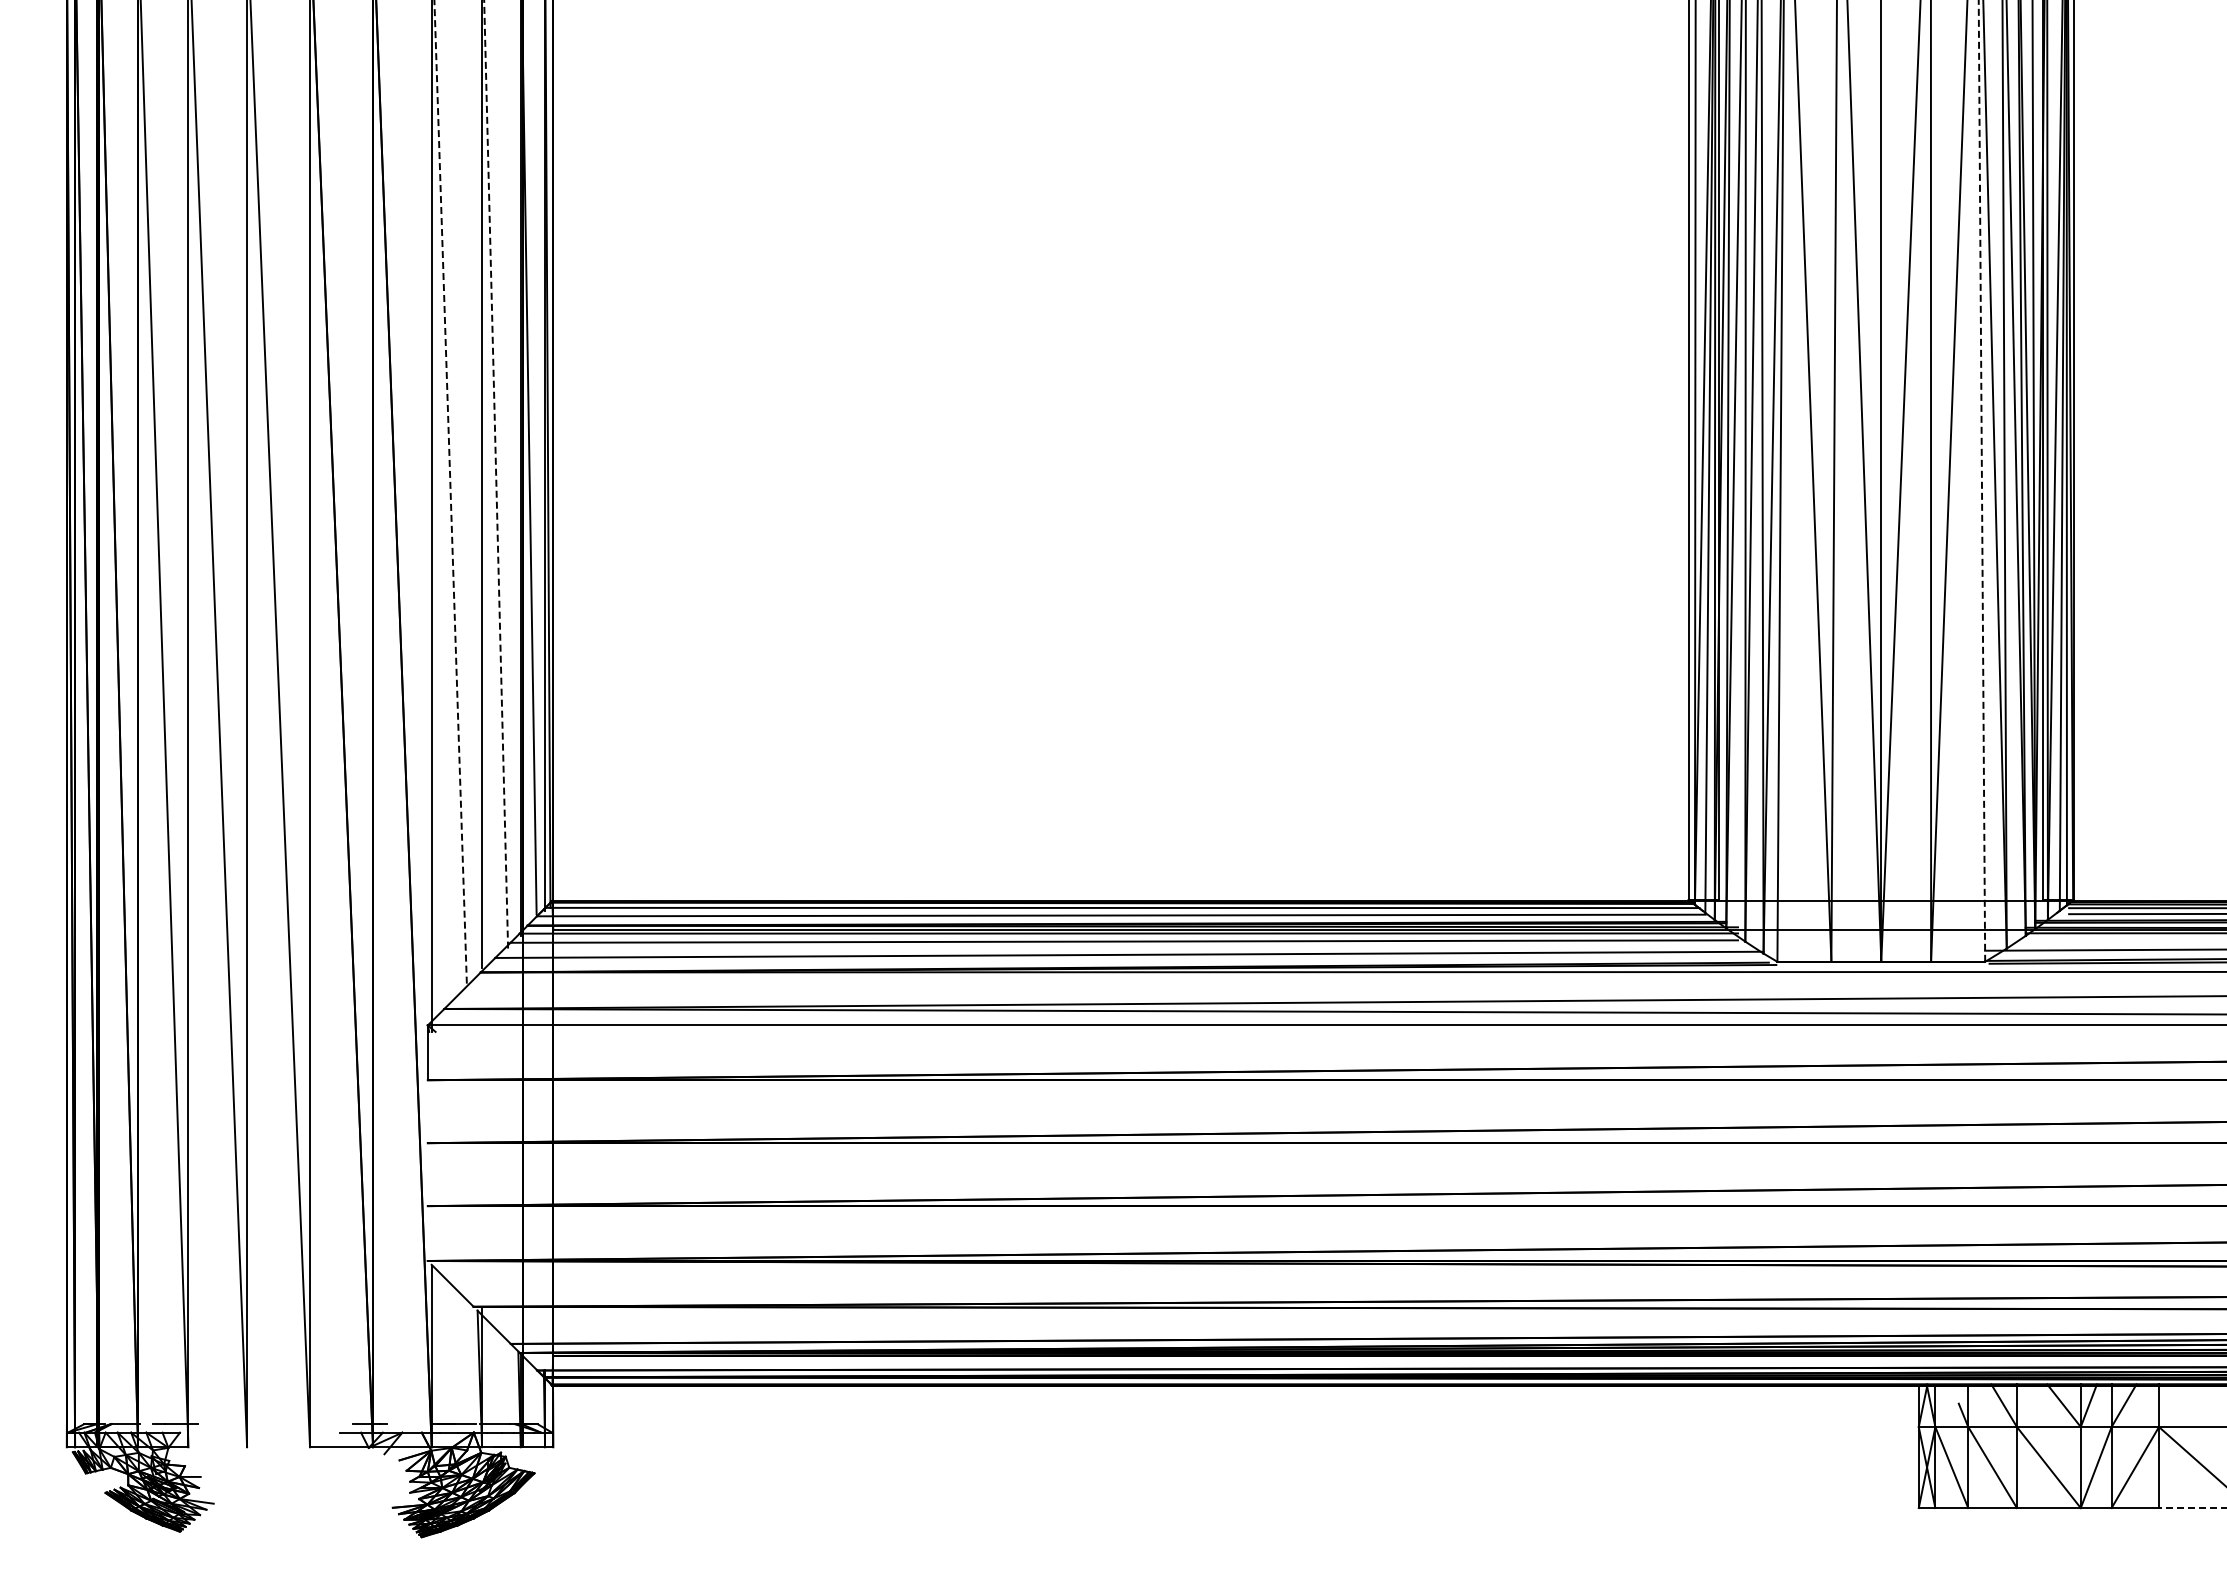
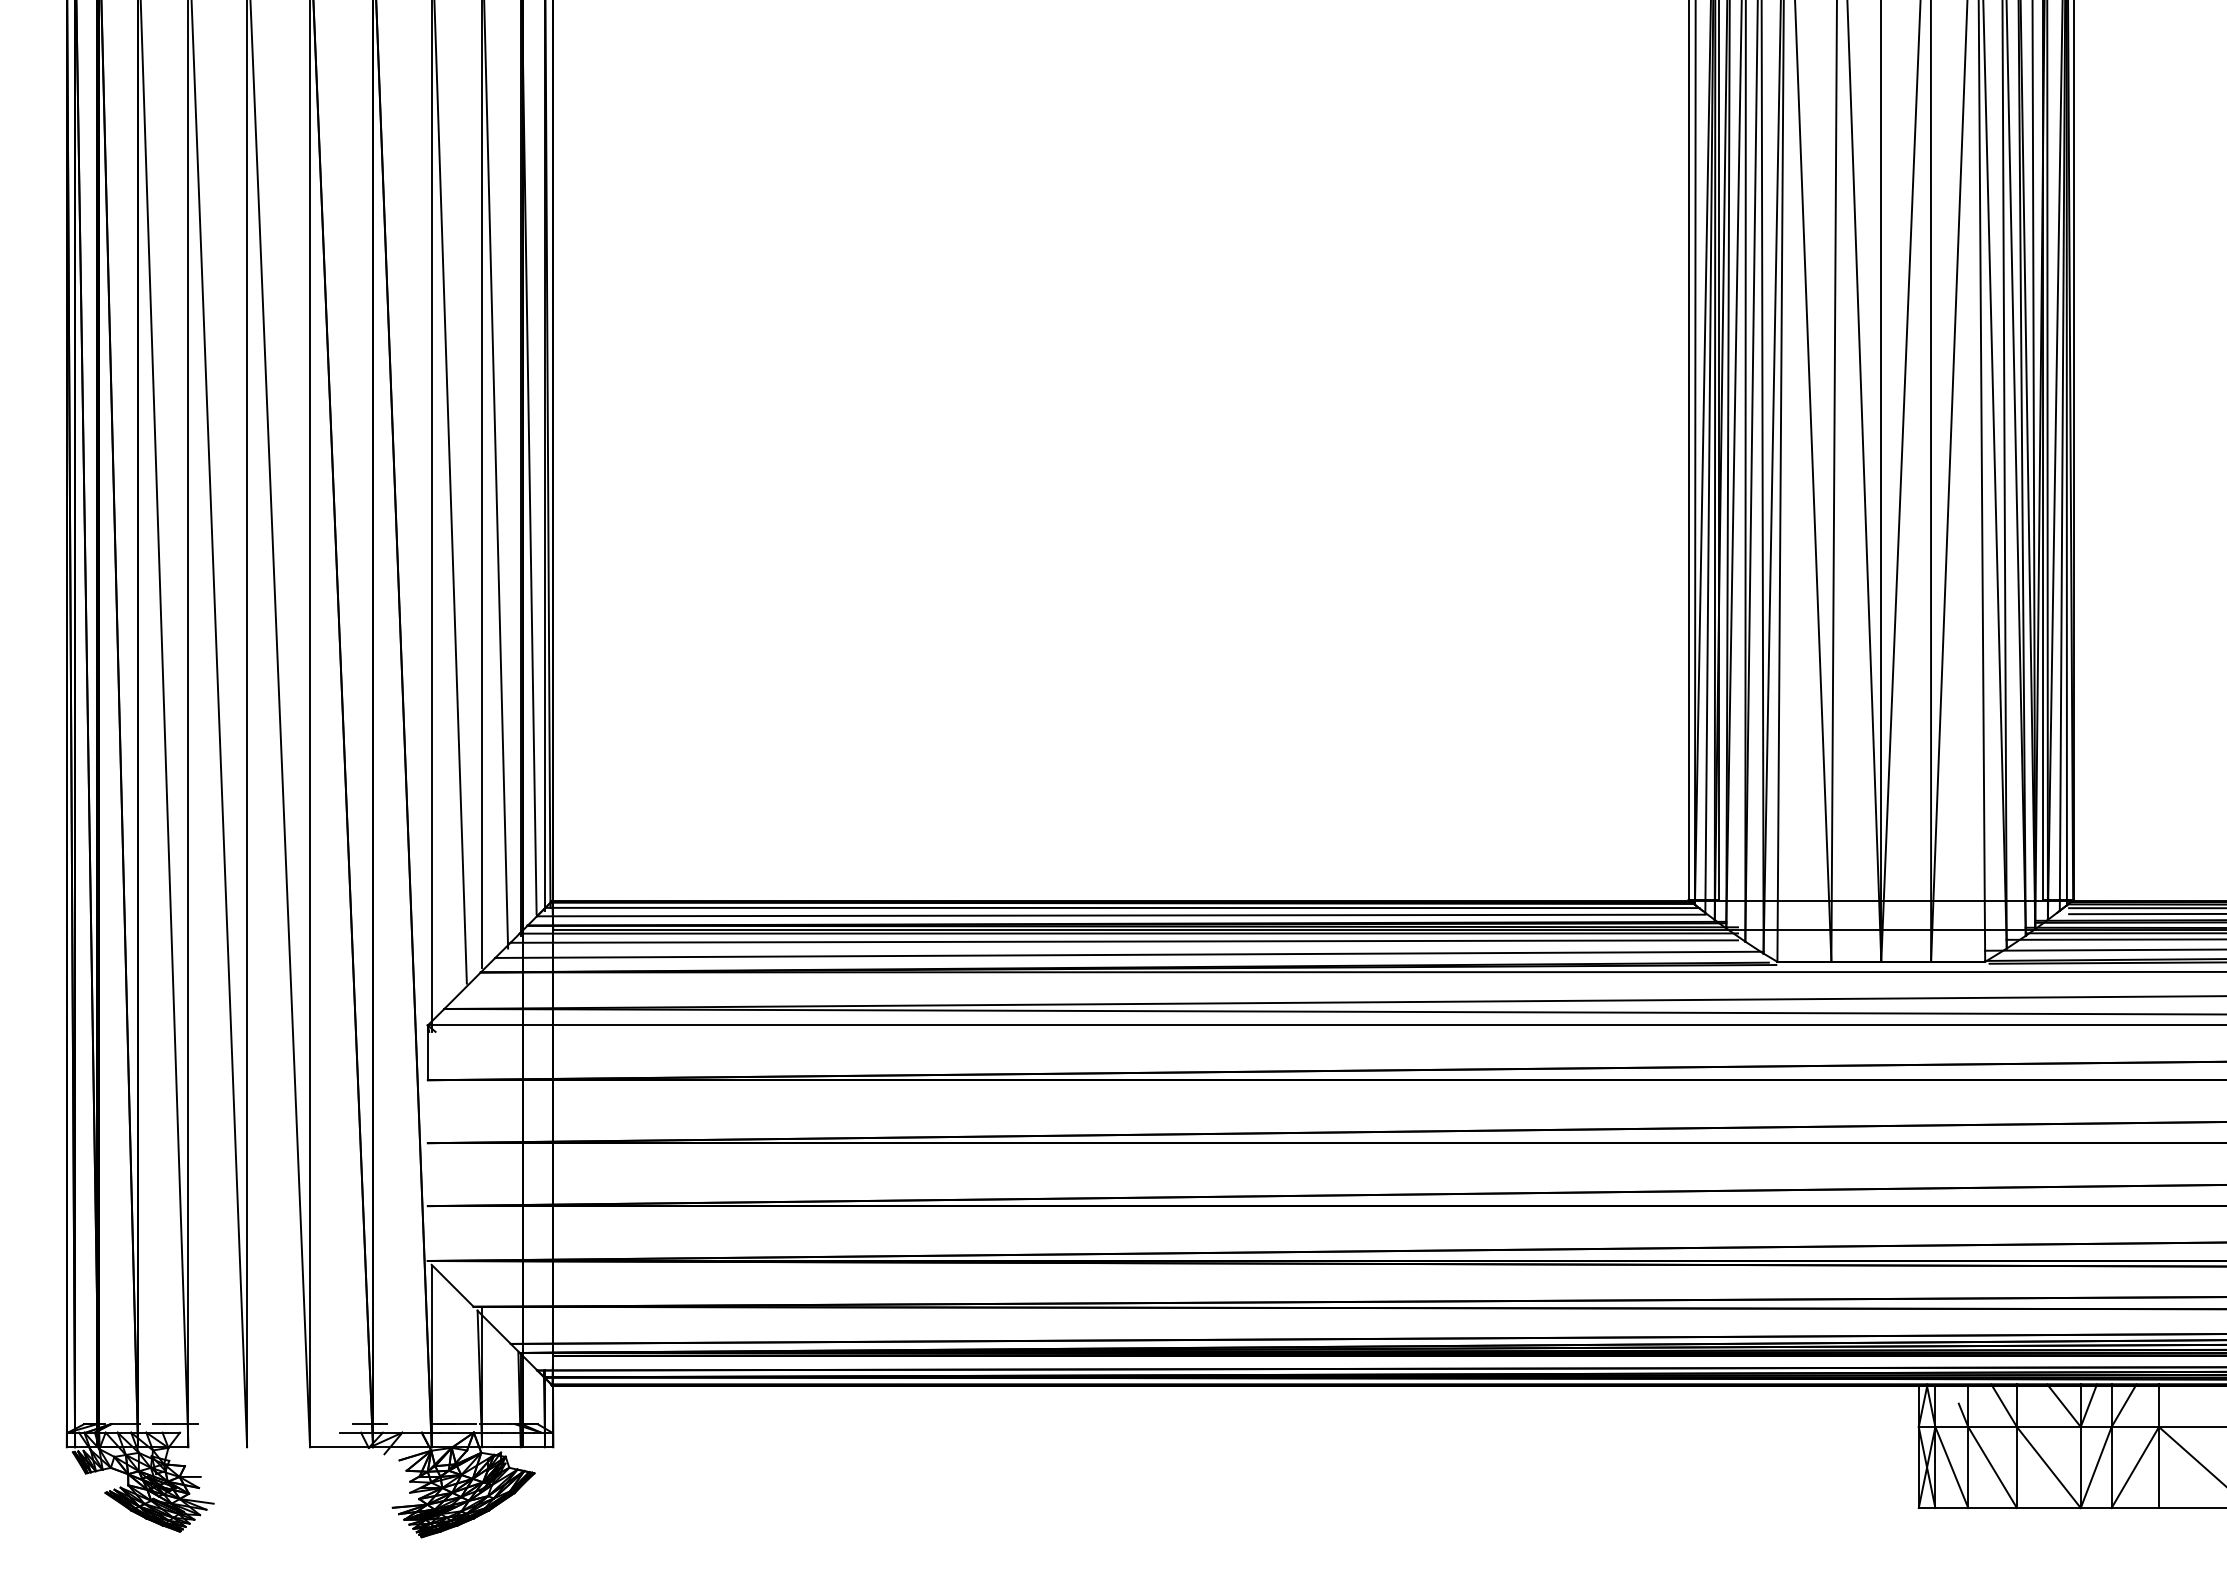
line at (496, 473): dashed -> solid
line at (1981, 480): dashed -> solid
line at (450, 491): dashed -> solid
line at (2114, 939): none -> present
line at (2192, 1508): dashed -> solid
